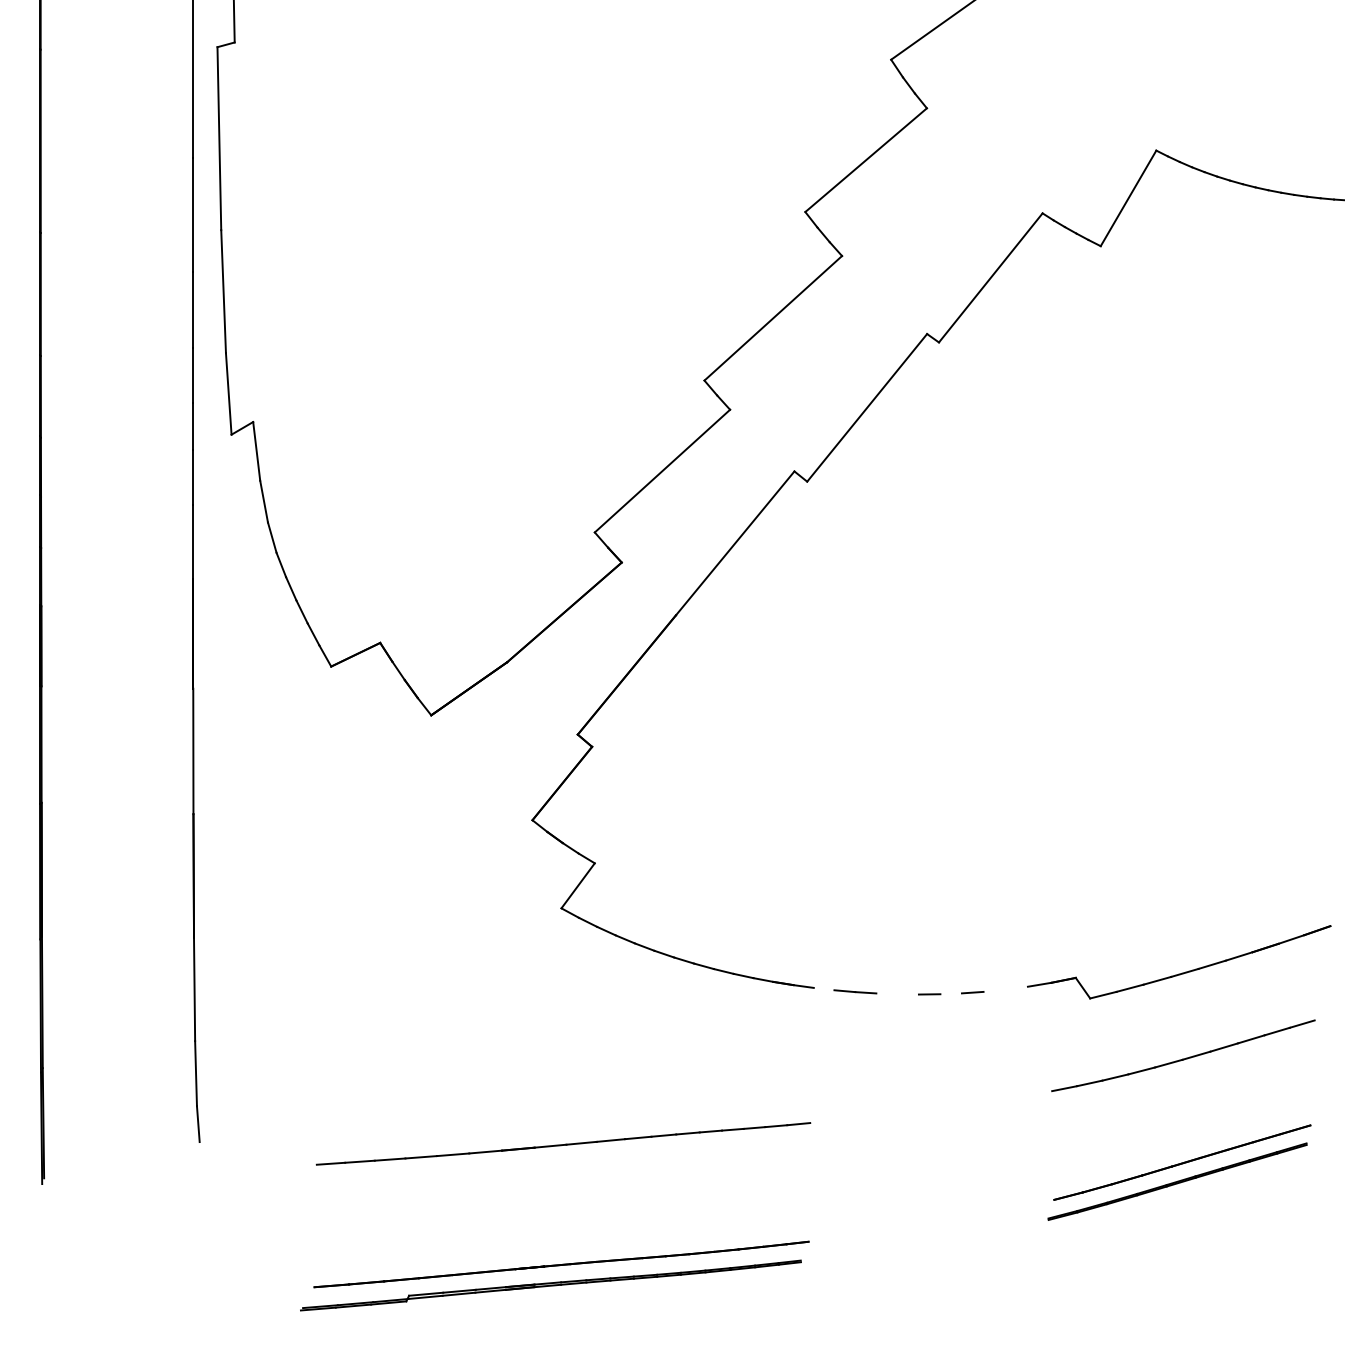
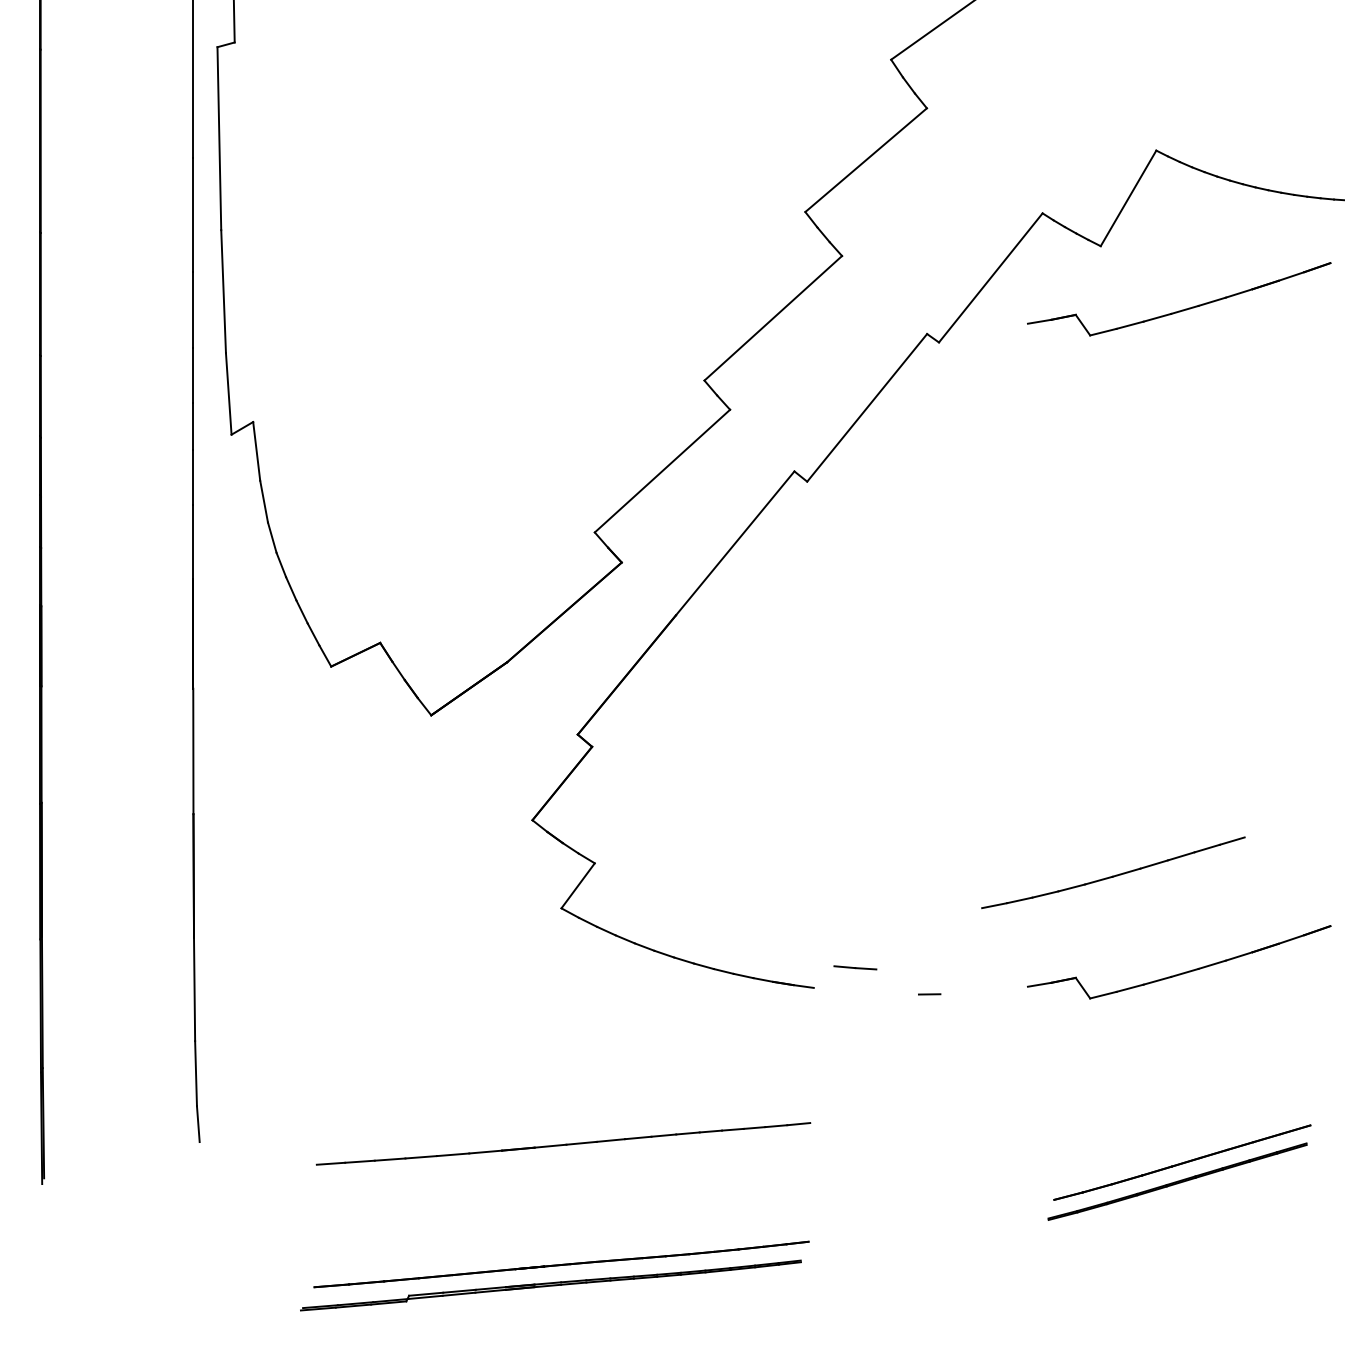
part at (1182, 309): none -> present
line at (855, 991) position: (855, 991) -> (855, 967)
line at (972, 992): present -> none
part at (1183, 1055) position: (1183, 1055) -> (1113, 872)
